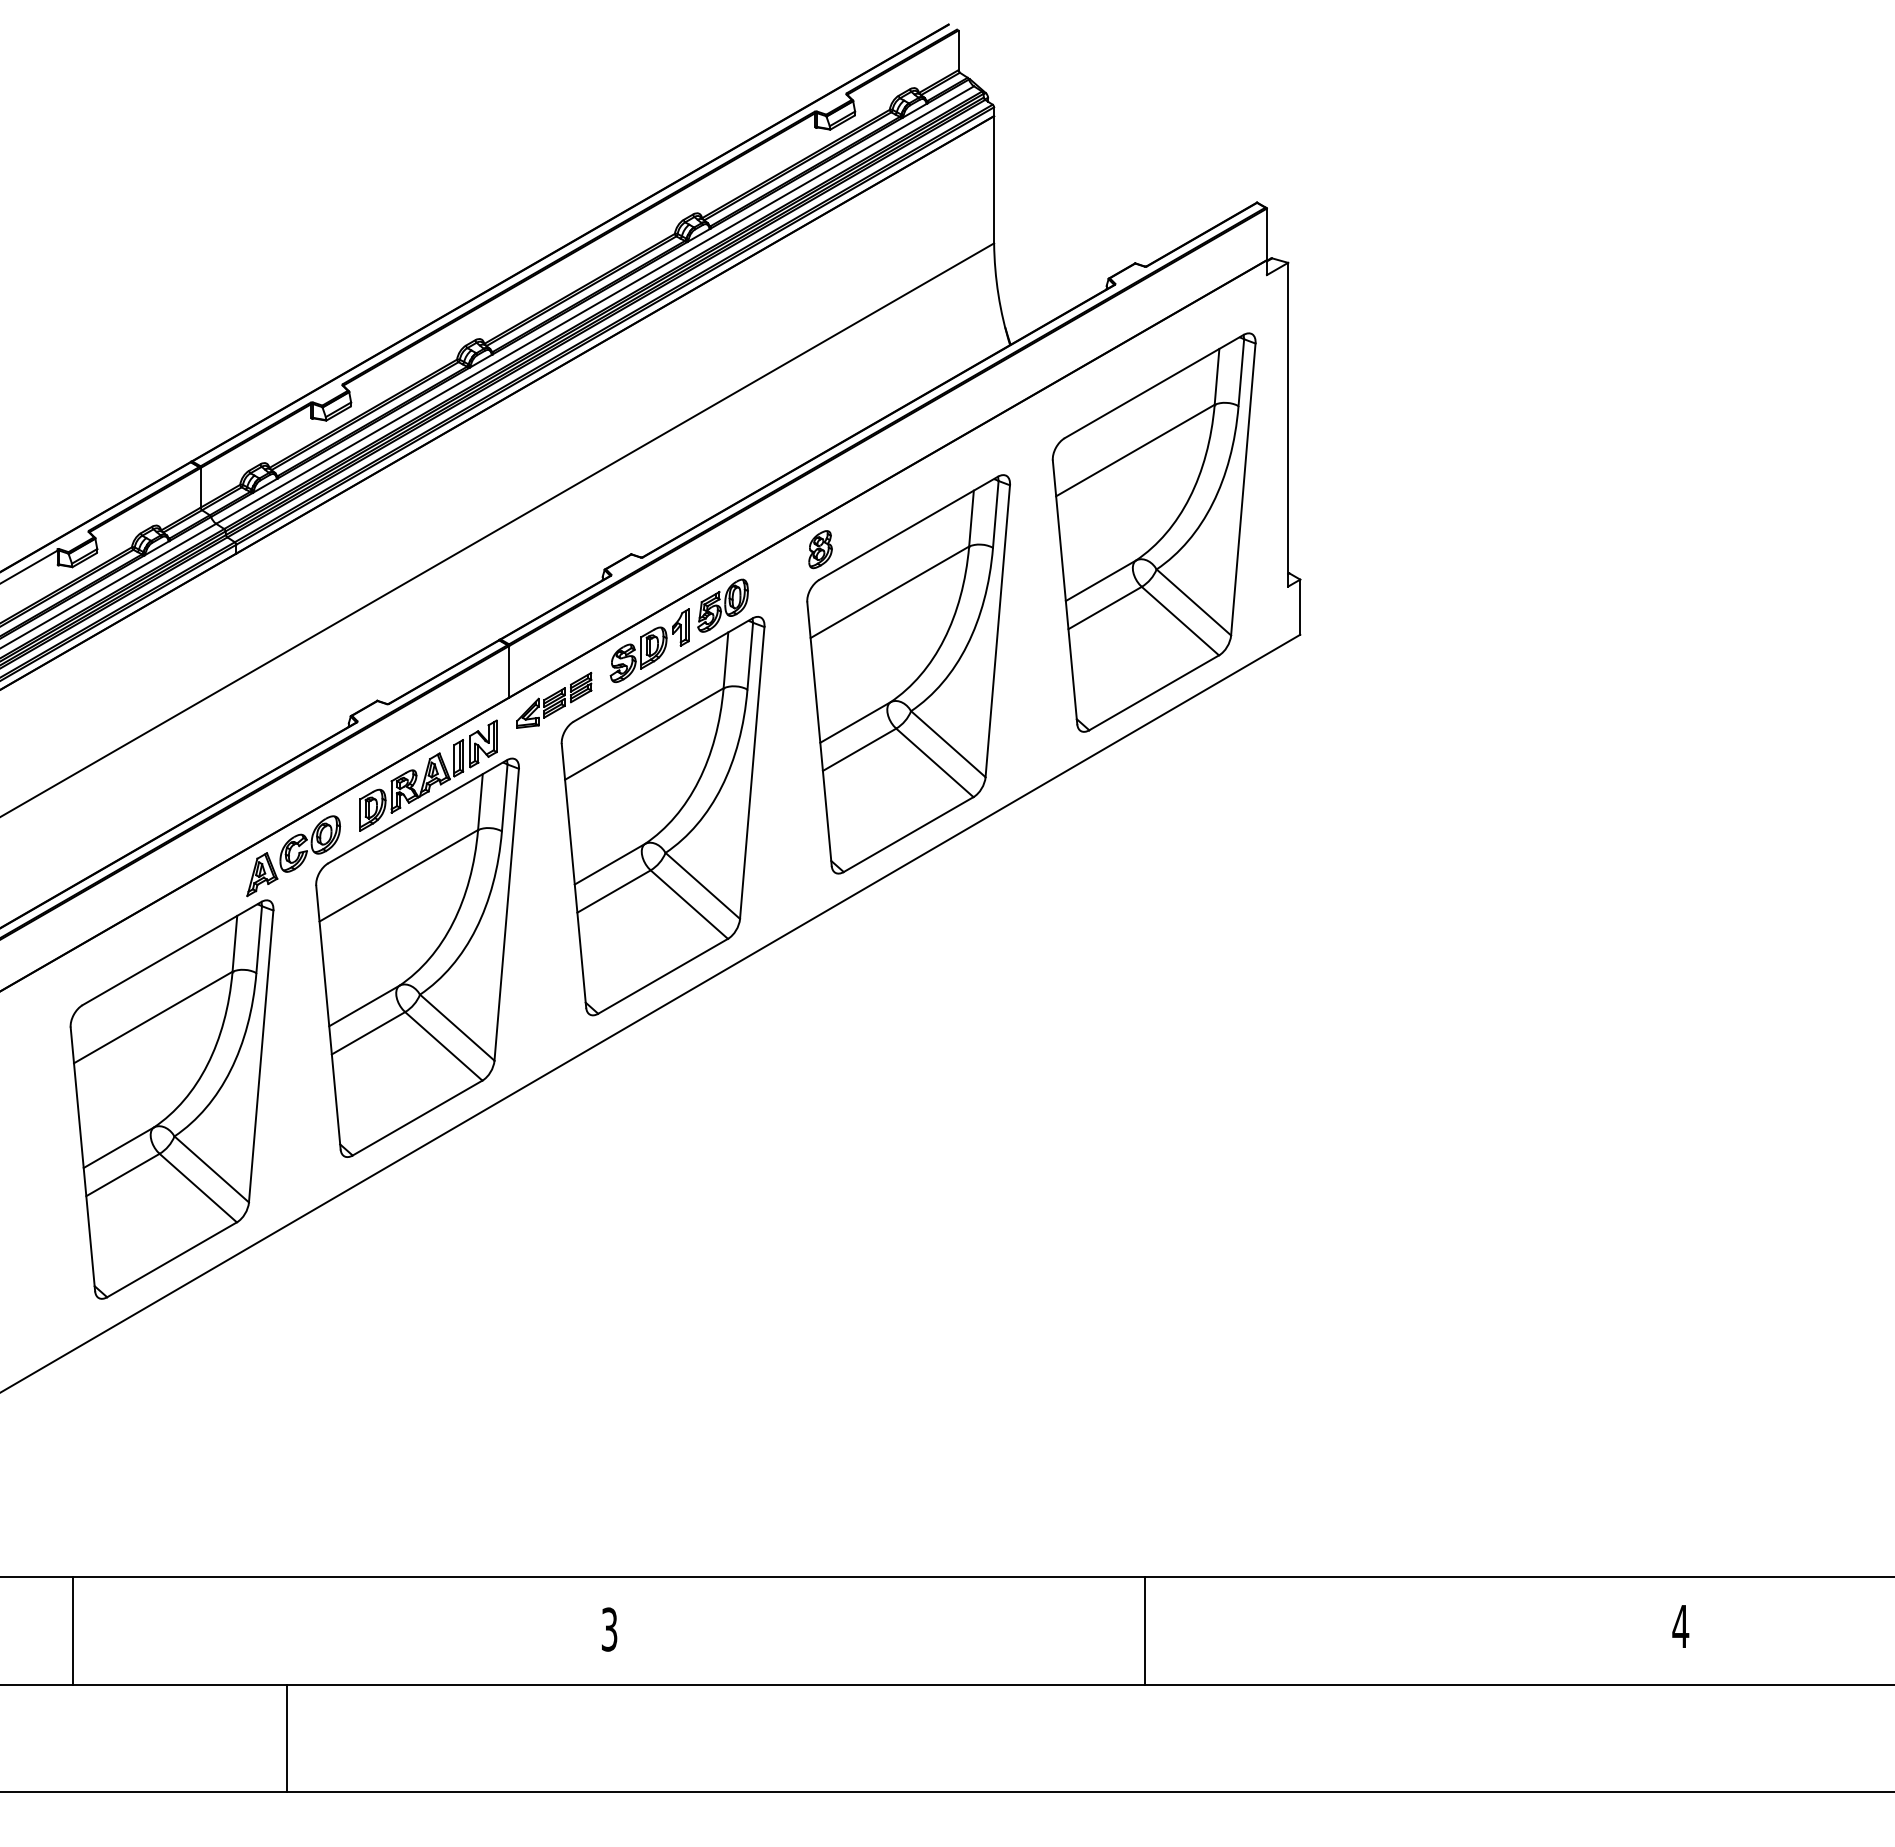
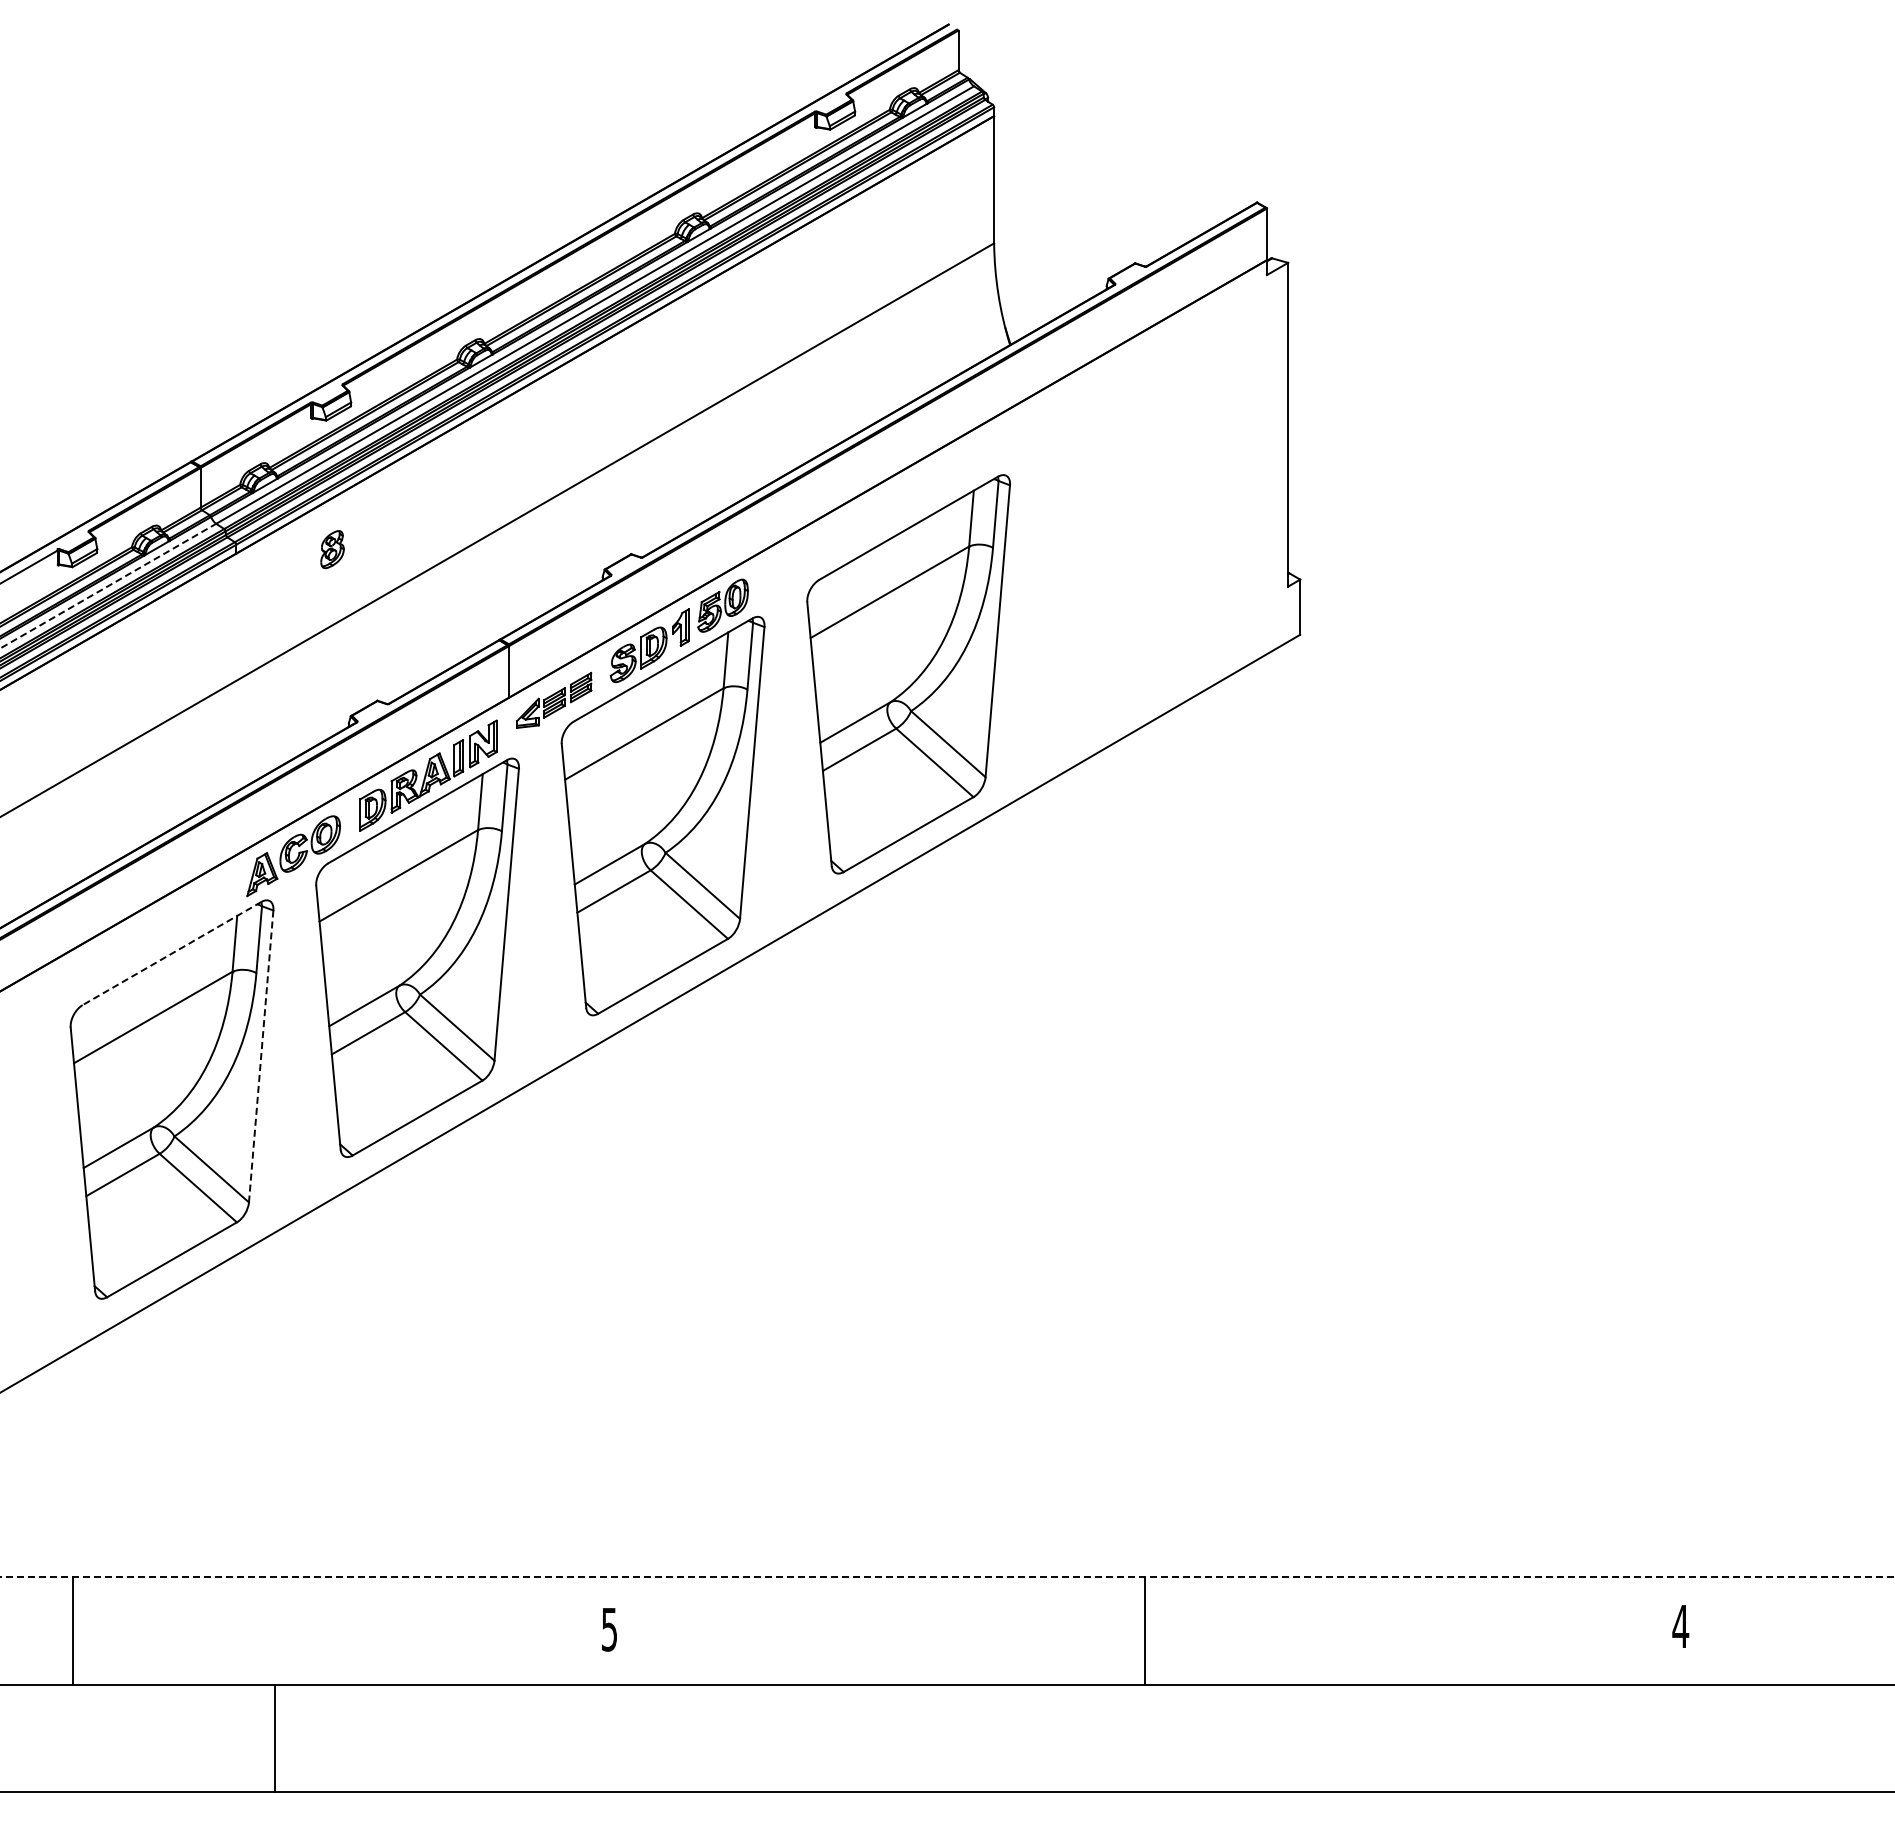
part at (1153, 532): present -> none
part at (820, 549) position: (820, 549) -> (332, 549)
line at (108, 585): solid -> dashed
line at (171, 953): solid -> dashed
line at (261, 1056): solid -> dashed
line at (948, 1577): solid -> dashed
text at (609, 1628): 3 -> 5
line at (287, 1737) position: (287, 1737) -> (275, 1737)
